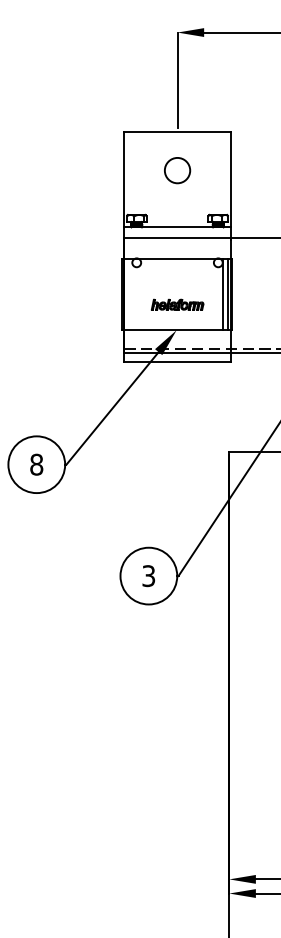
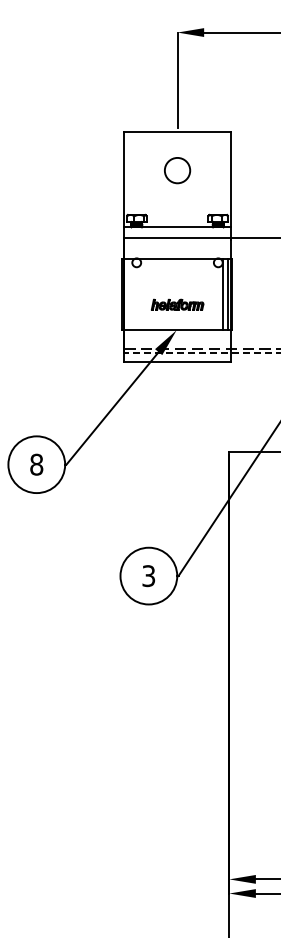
line at (202, 353): solid -> dashed
